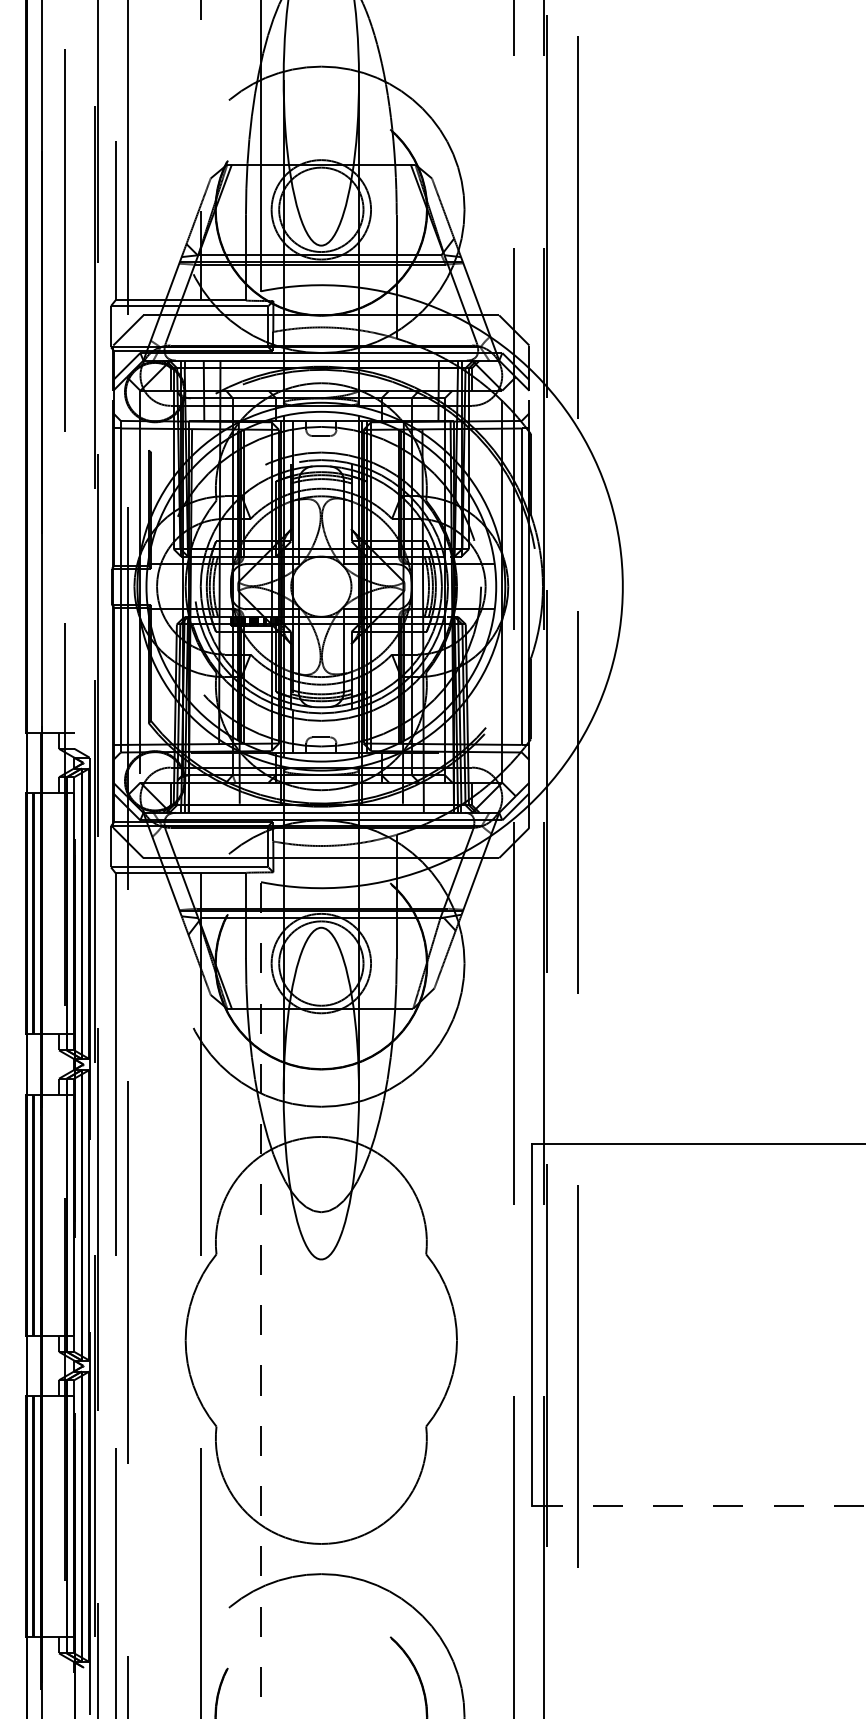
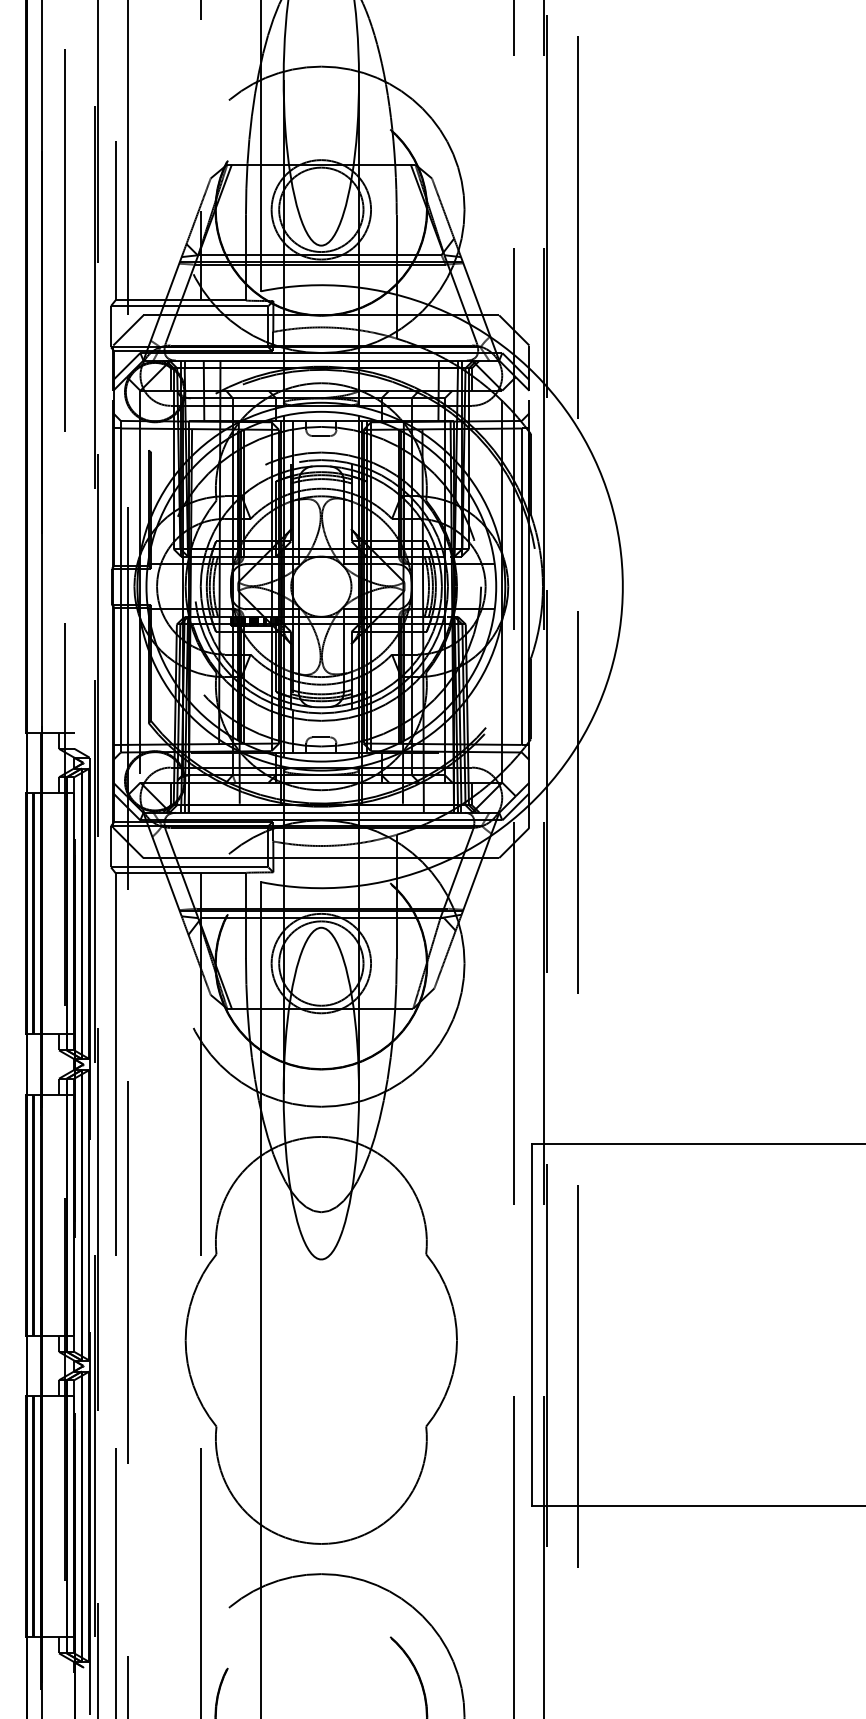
line at (261, 1300): dashed -> solid
line at (699, 1506): dashed -> solid
